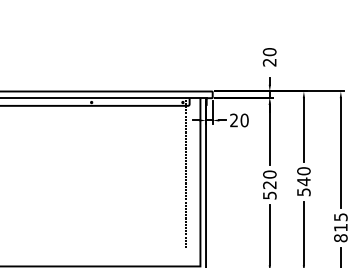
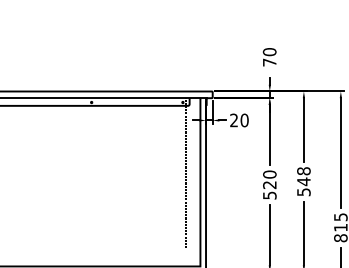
text at (269, 62): 20 -> 70
text at (303, 171): 540 -> 548
